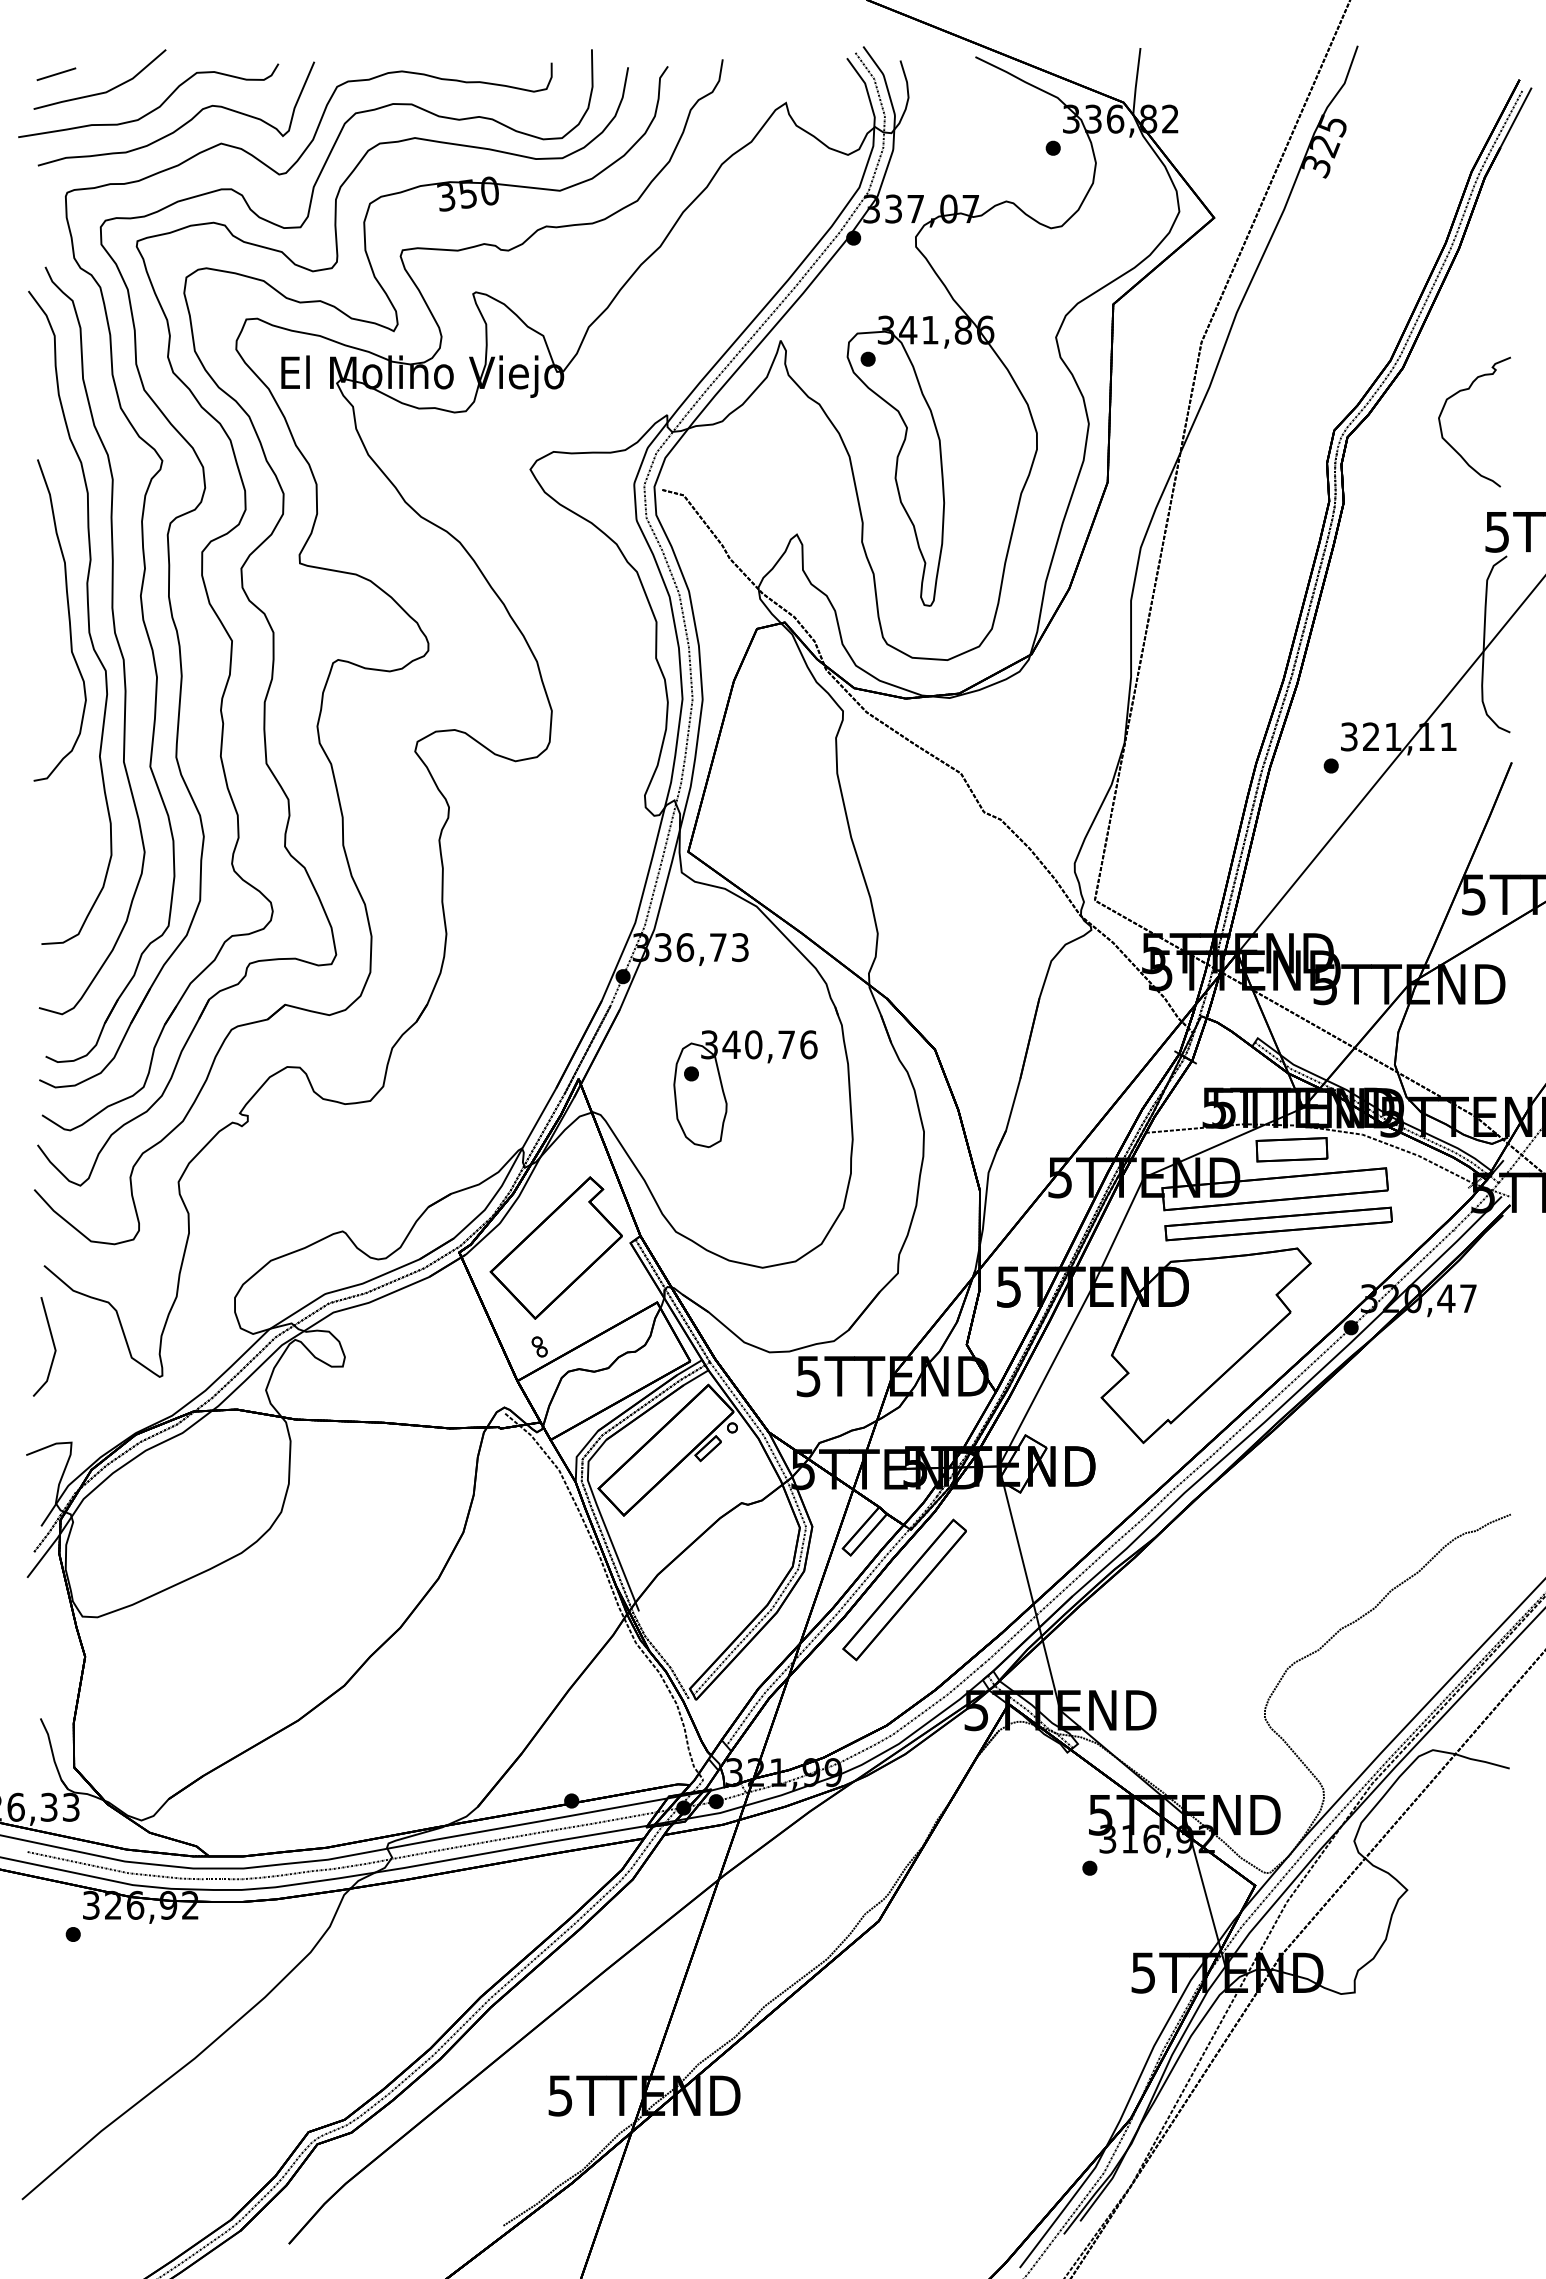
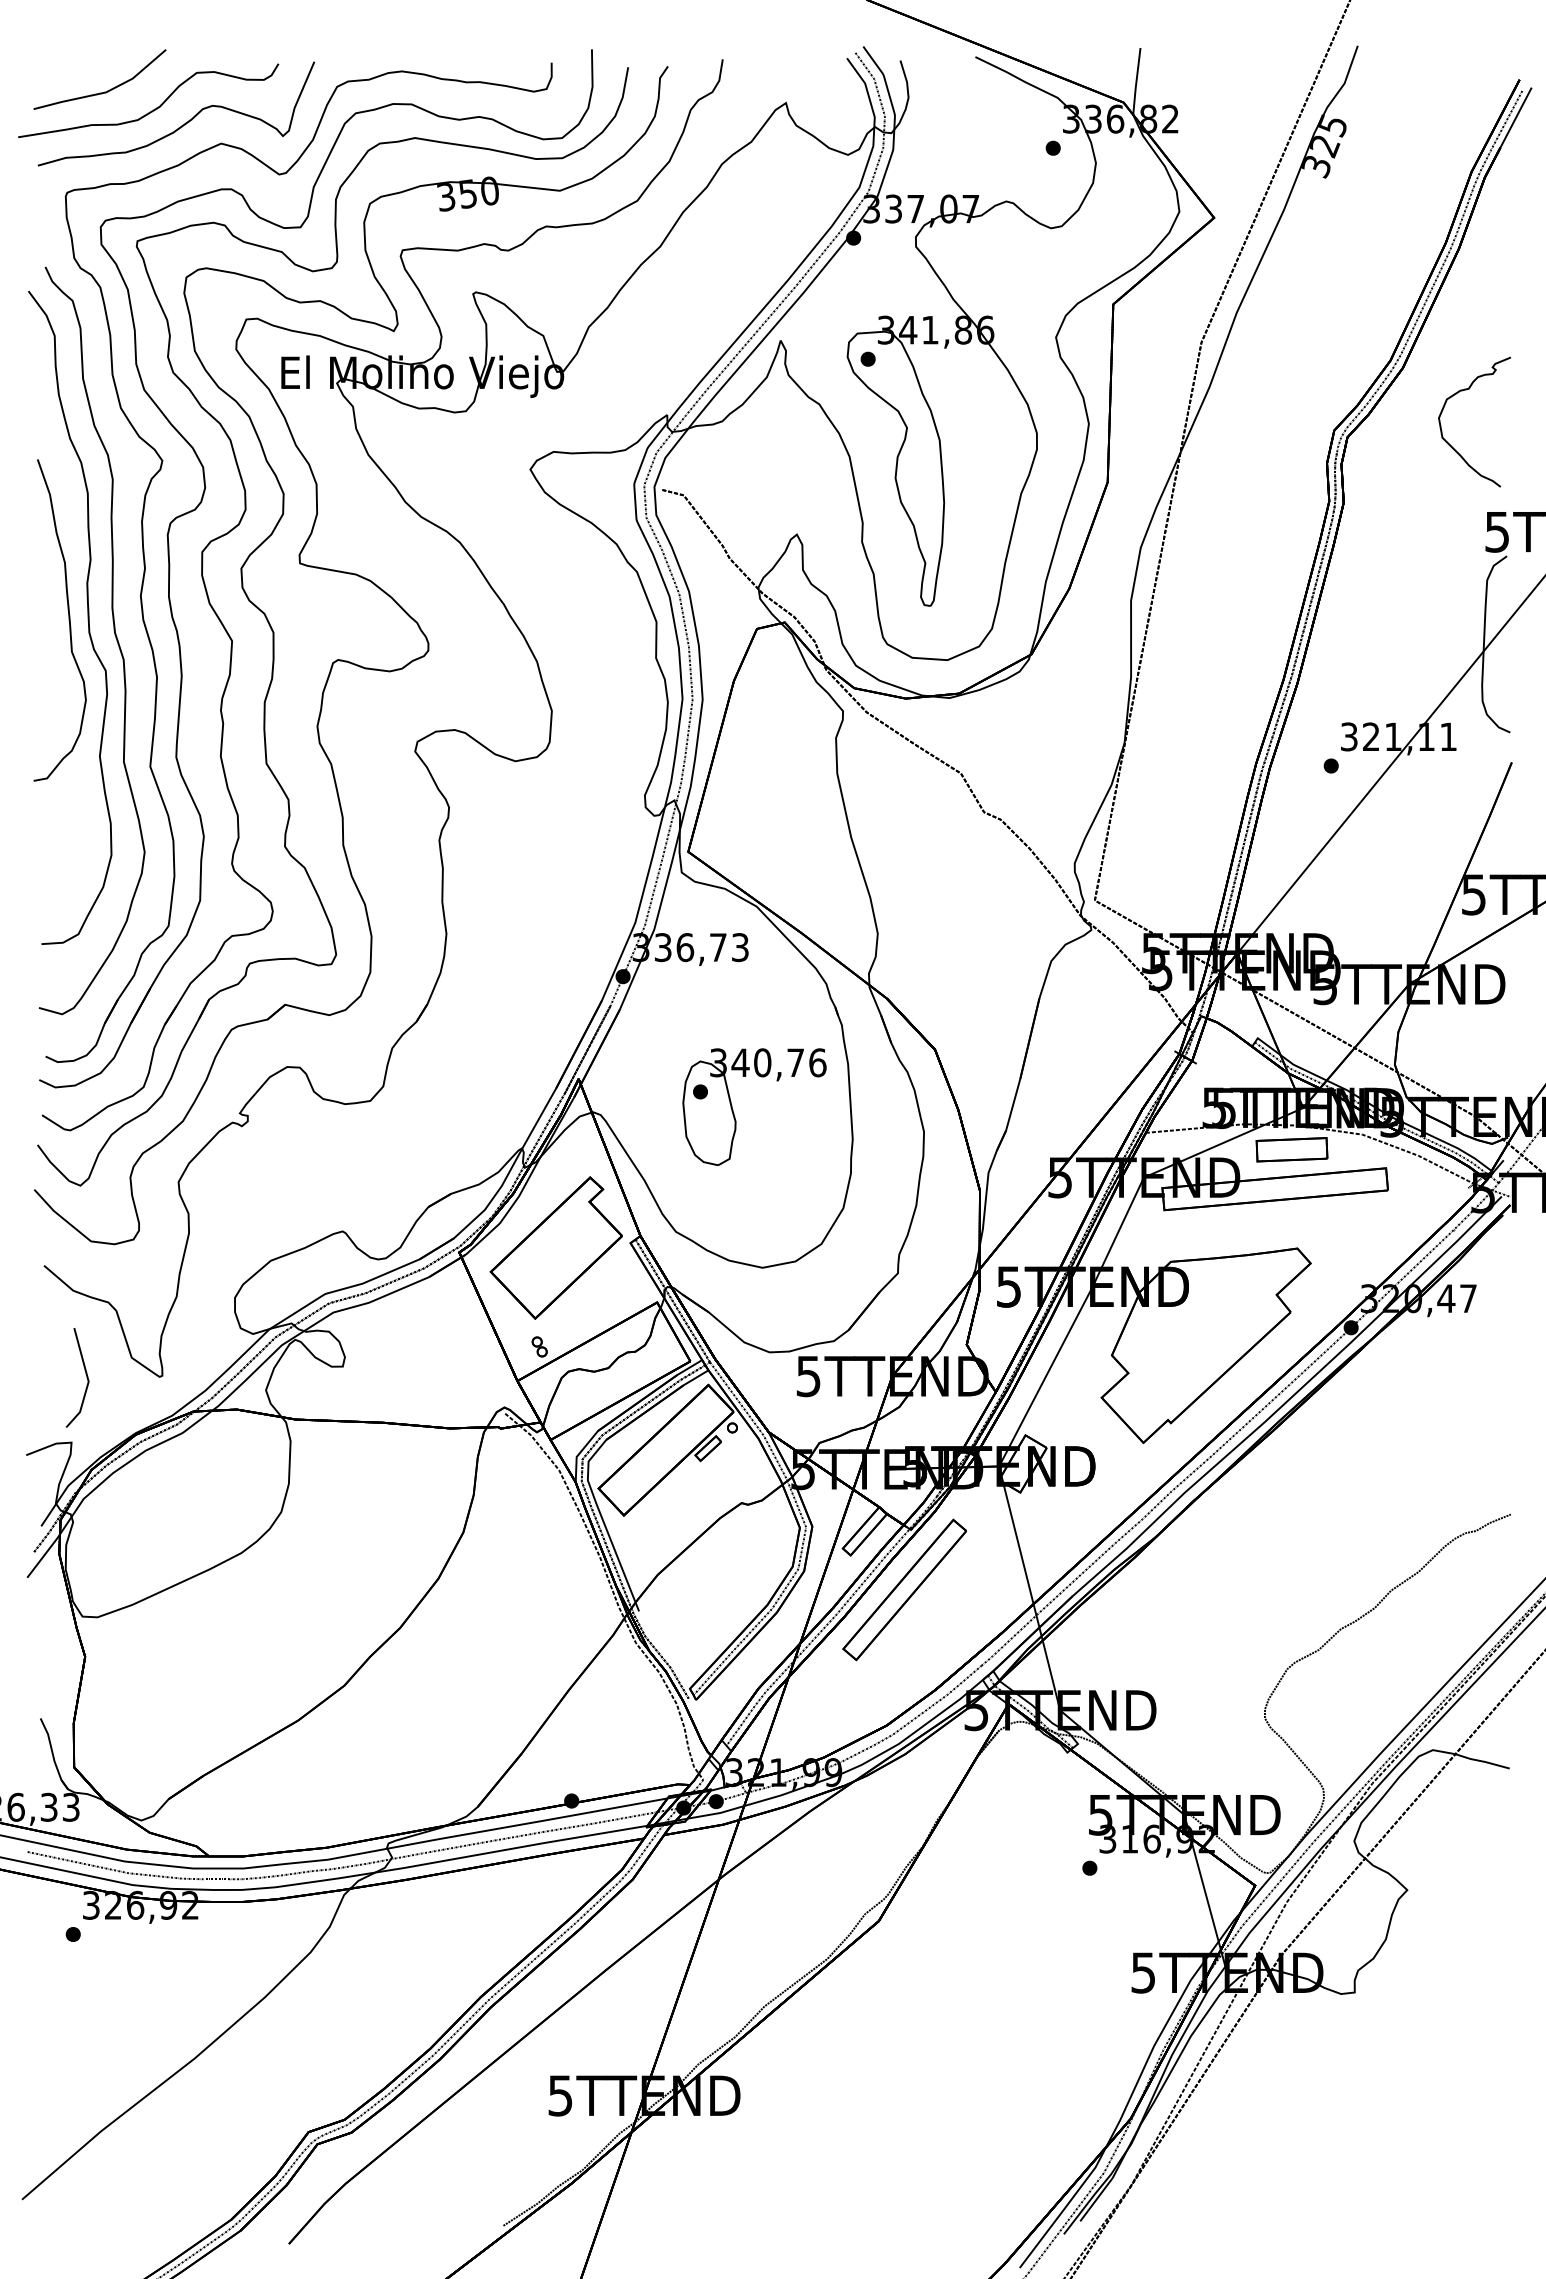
line at (56, 74): present -> none
part at (725, 1095) position: (725, 1095) -> (734, 1113)
part at (1278, 1223): present -> none
line at (52, 1343) position: (52, 1343) -> (85, 1374)
